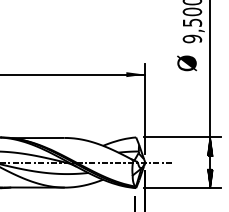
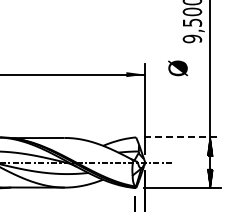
text at (187, 63) position: (187, 63) -> (178, 68)
line at (182, 137): solid -> dashed
